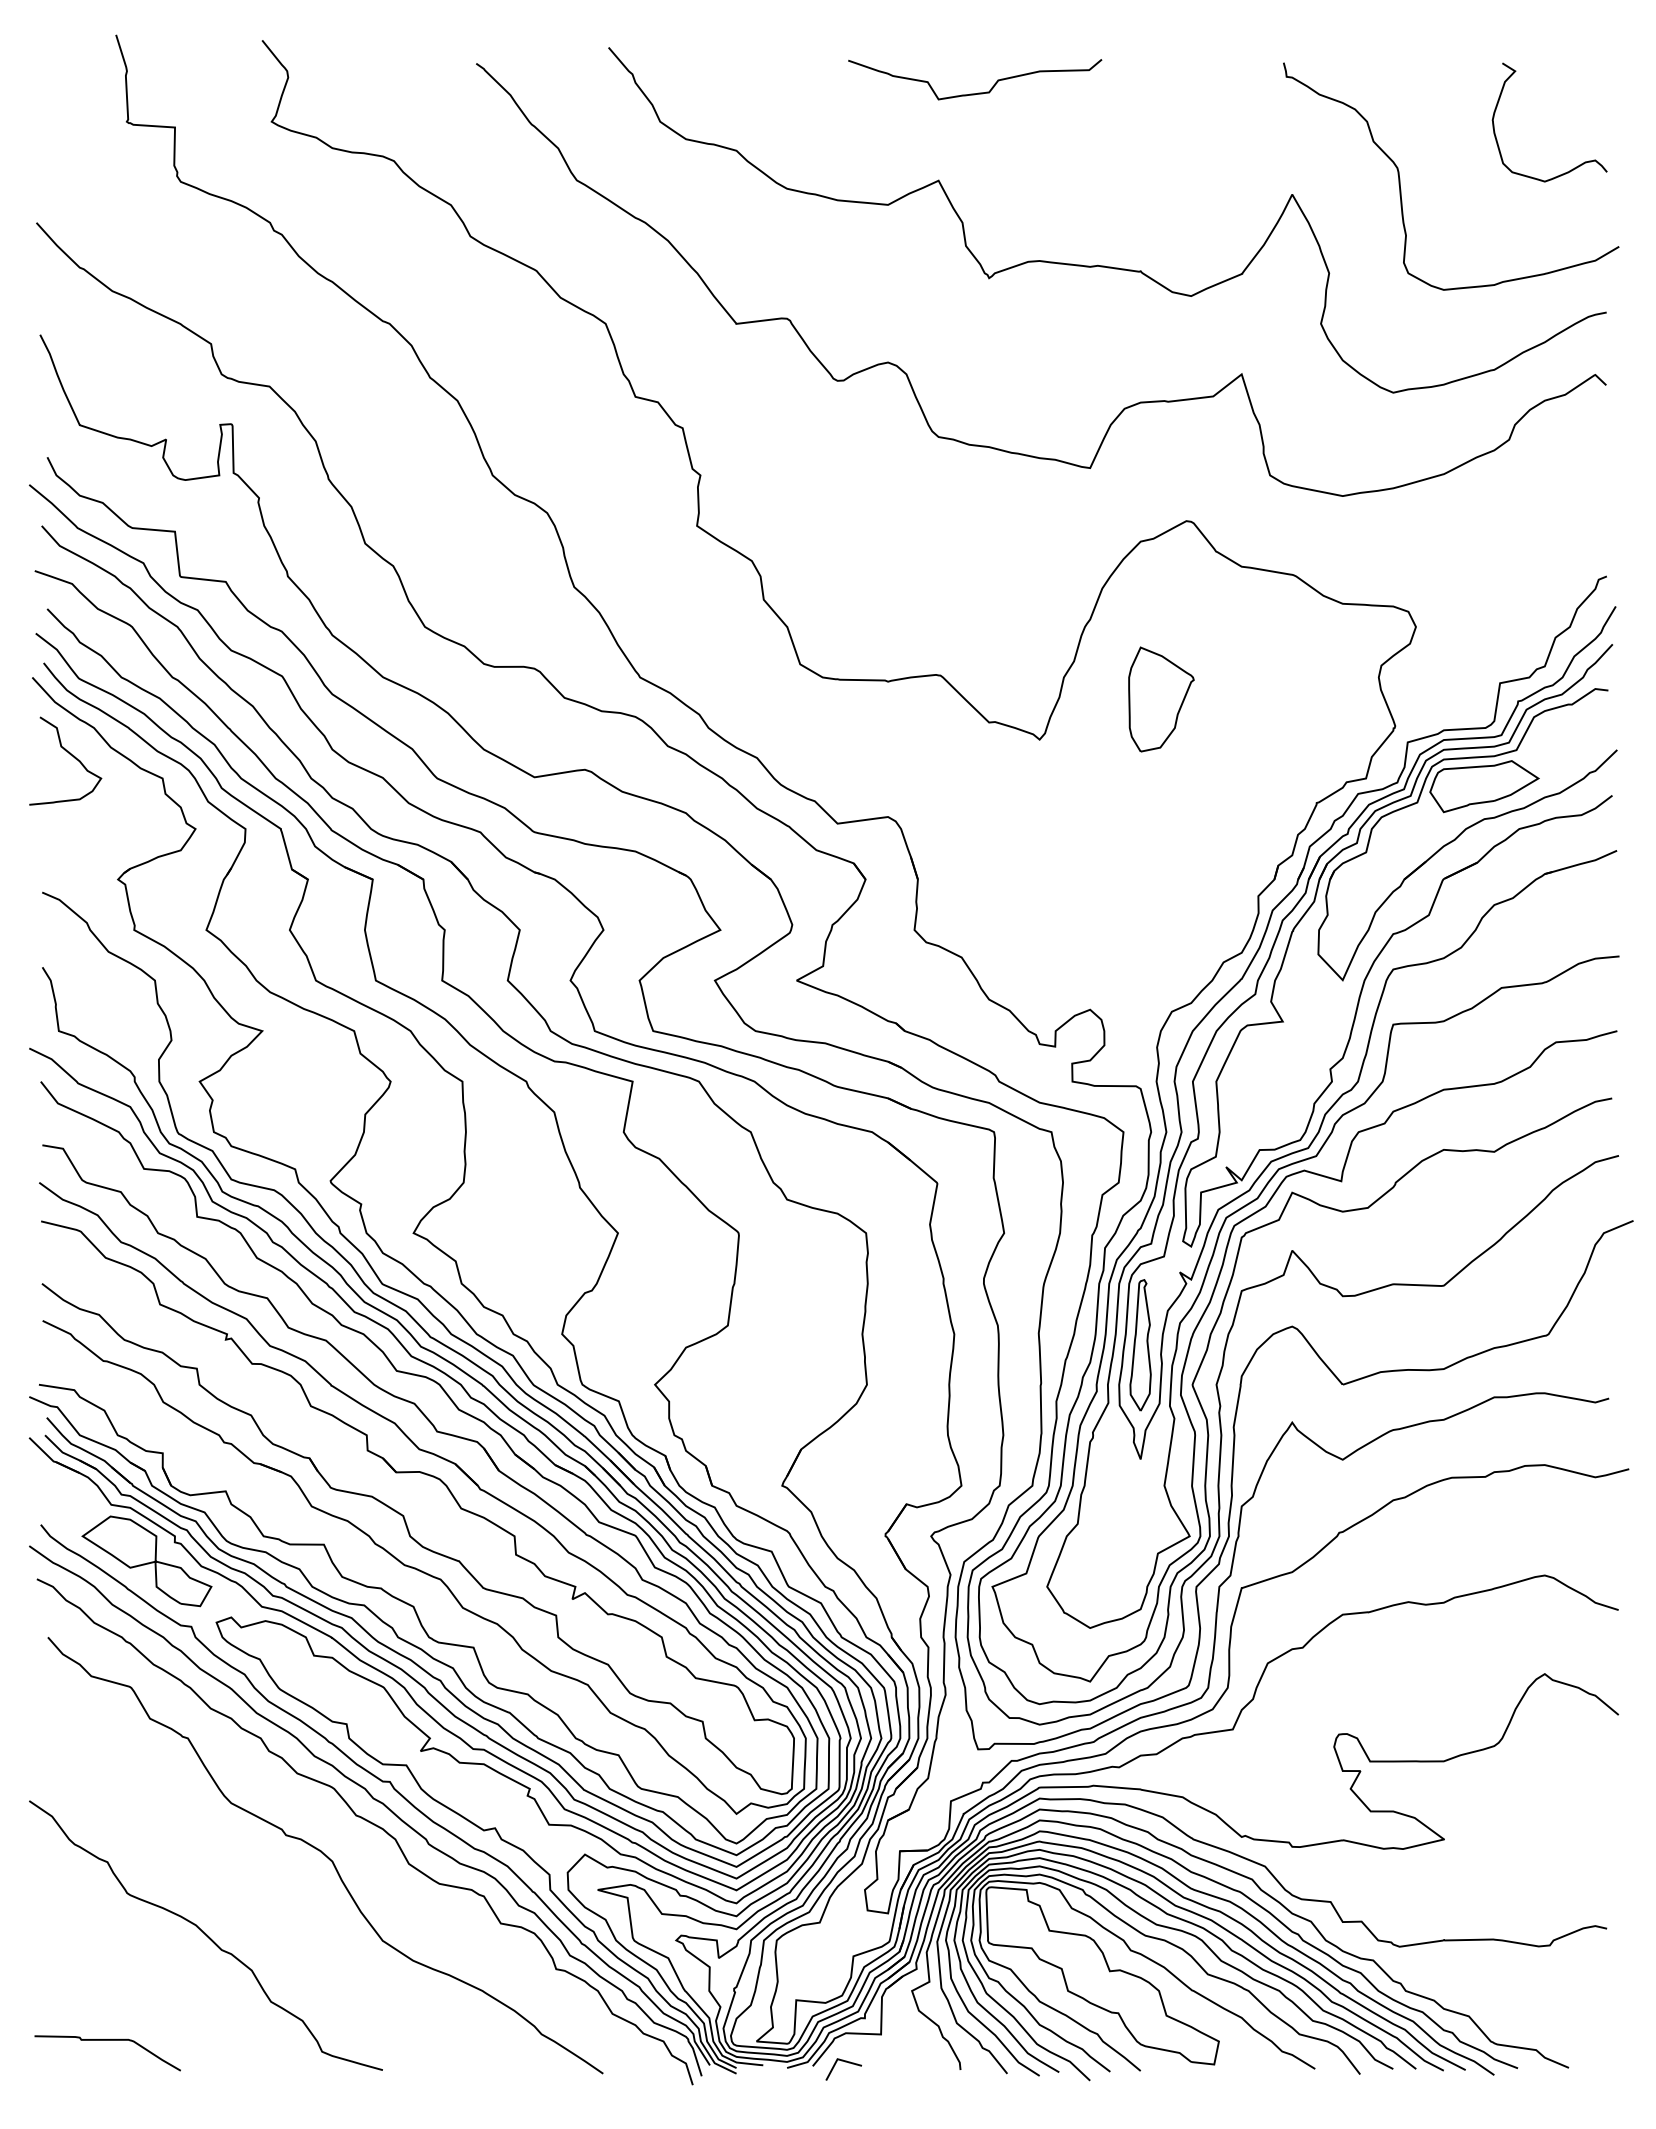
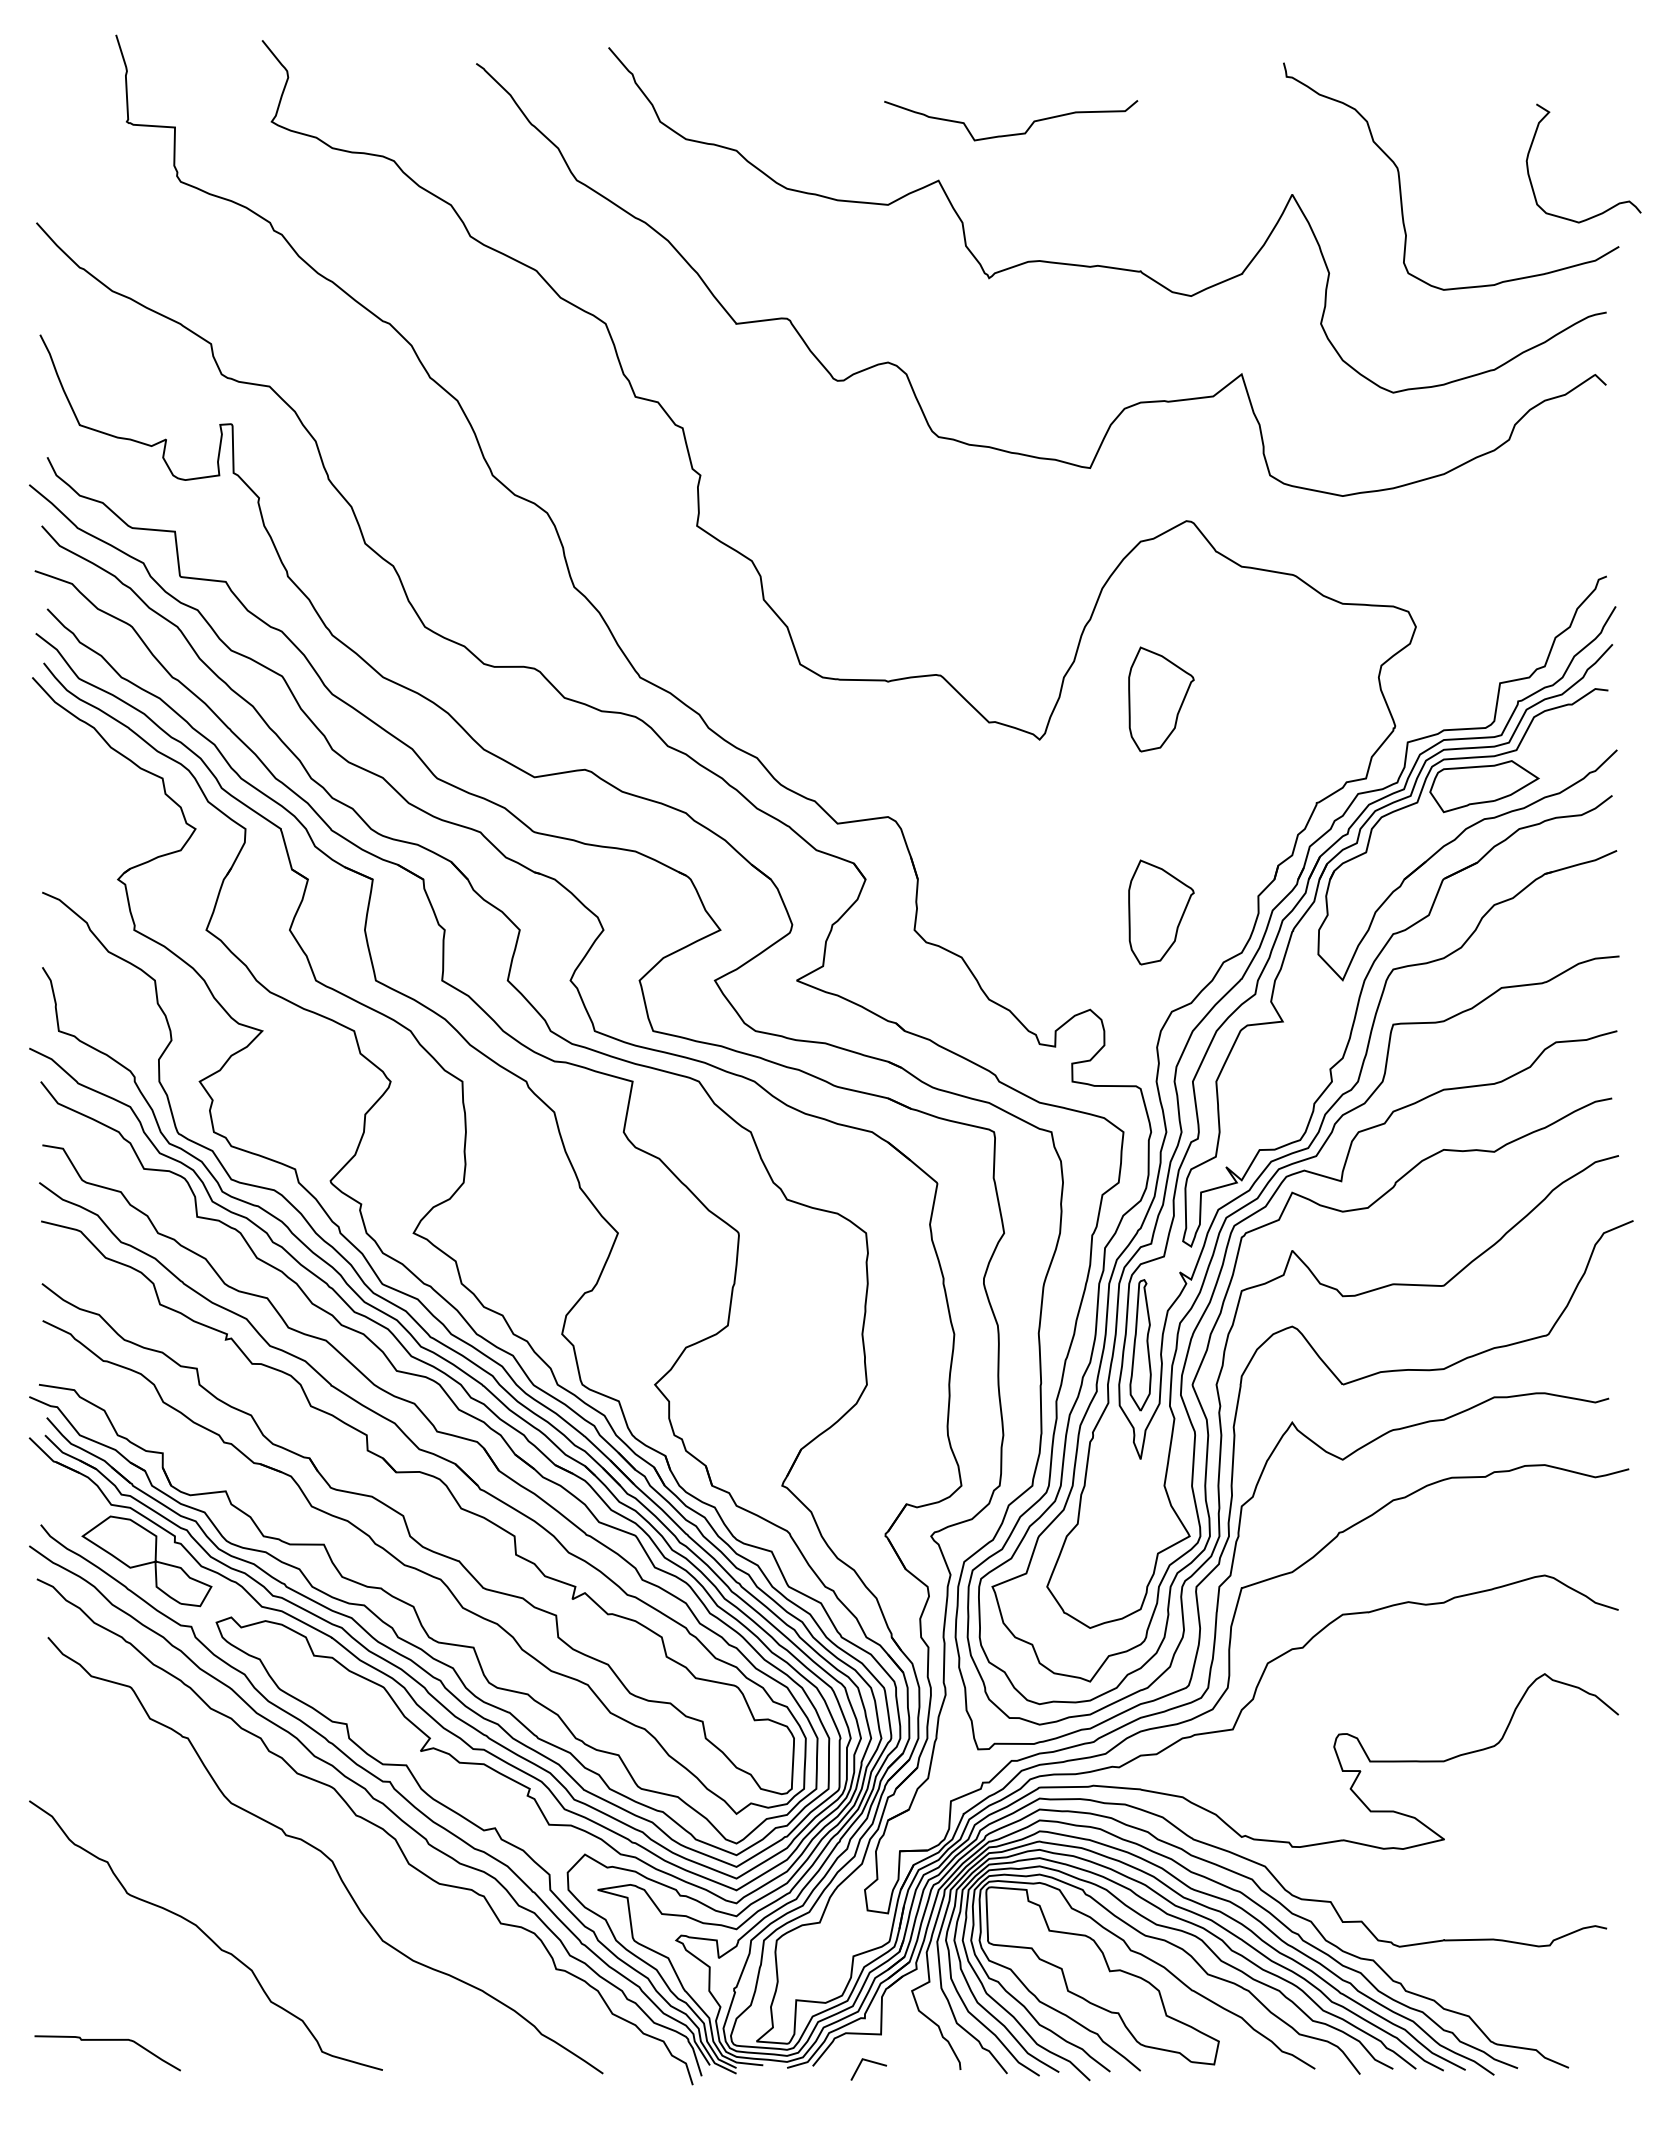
curve at (978, 92) position: (978, 92) -> (1014, 133)
curve at (1572, 168) position: (1572, 168) -> (1606, 209)
curve at (70, 755): present -> none
part at (1161, 912): none -> present
line at (845, 2062) position: (845, 2062) -> (870, 2062)
